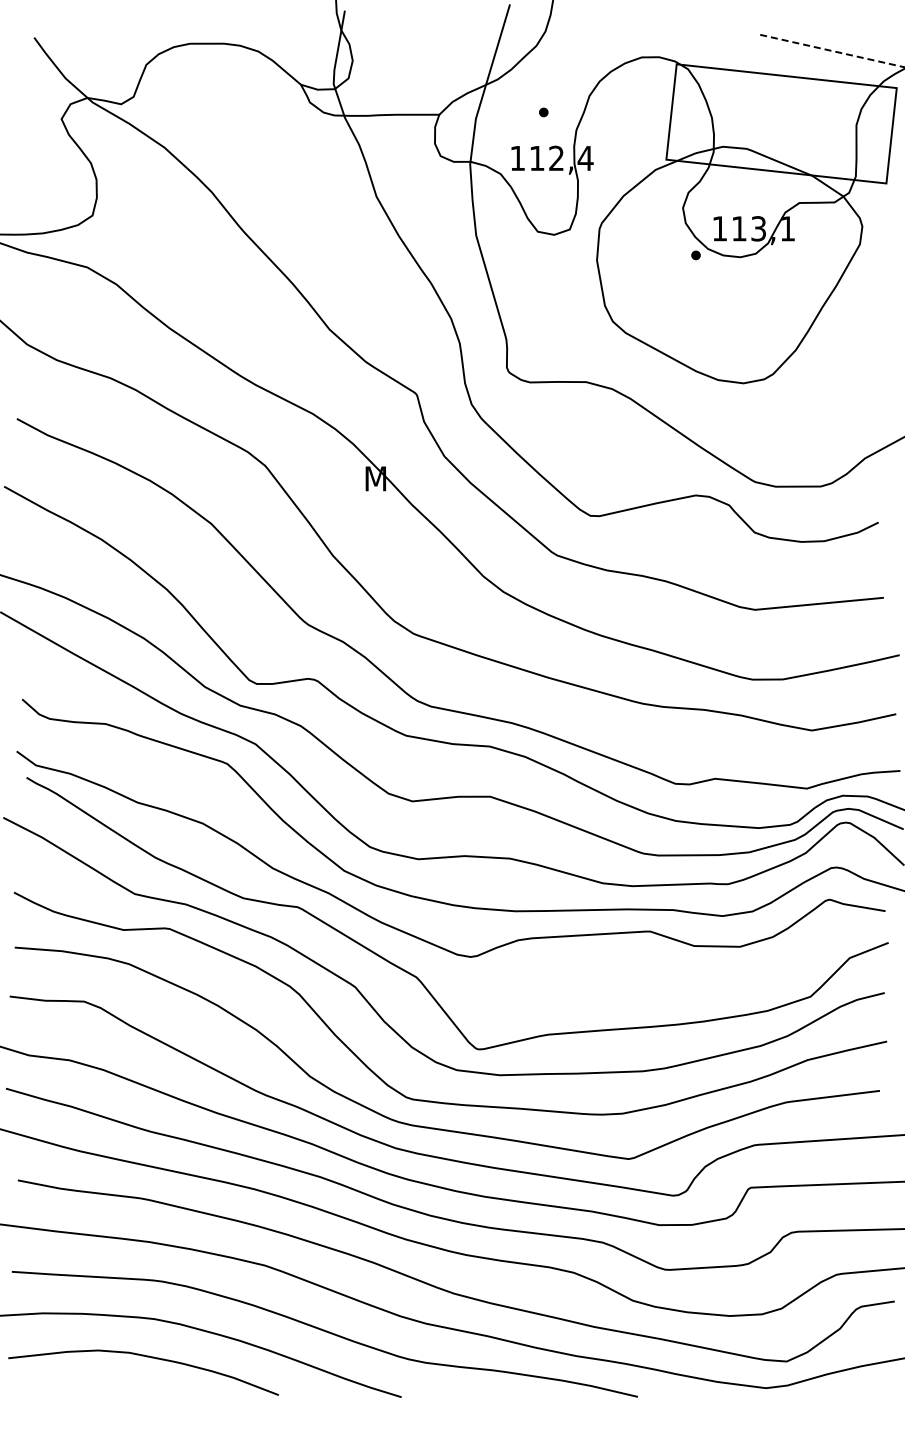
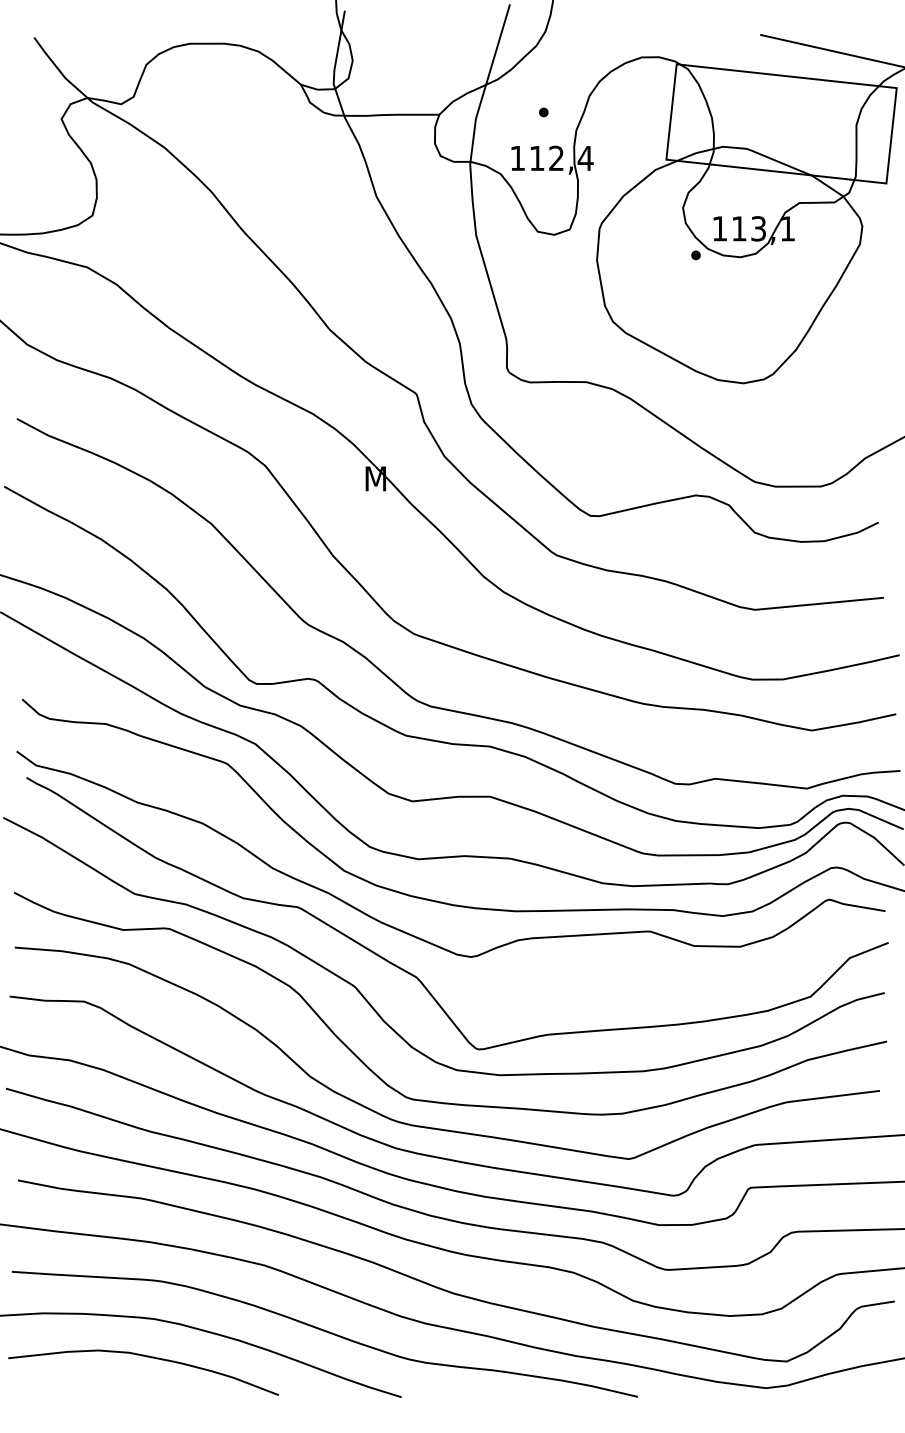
line at (832, 51): dashed -> solid
